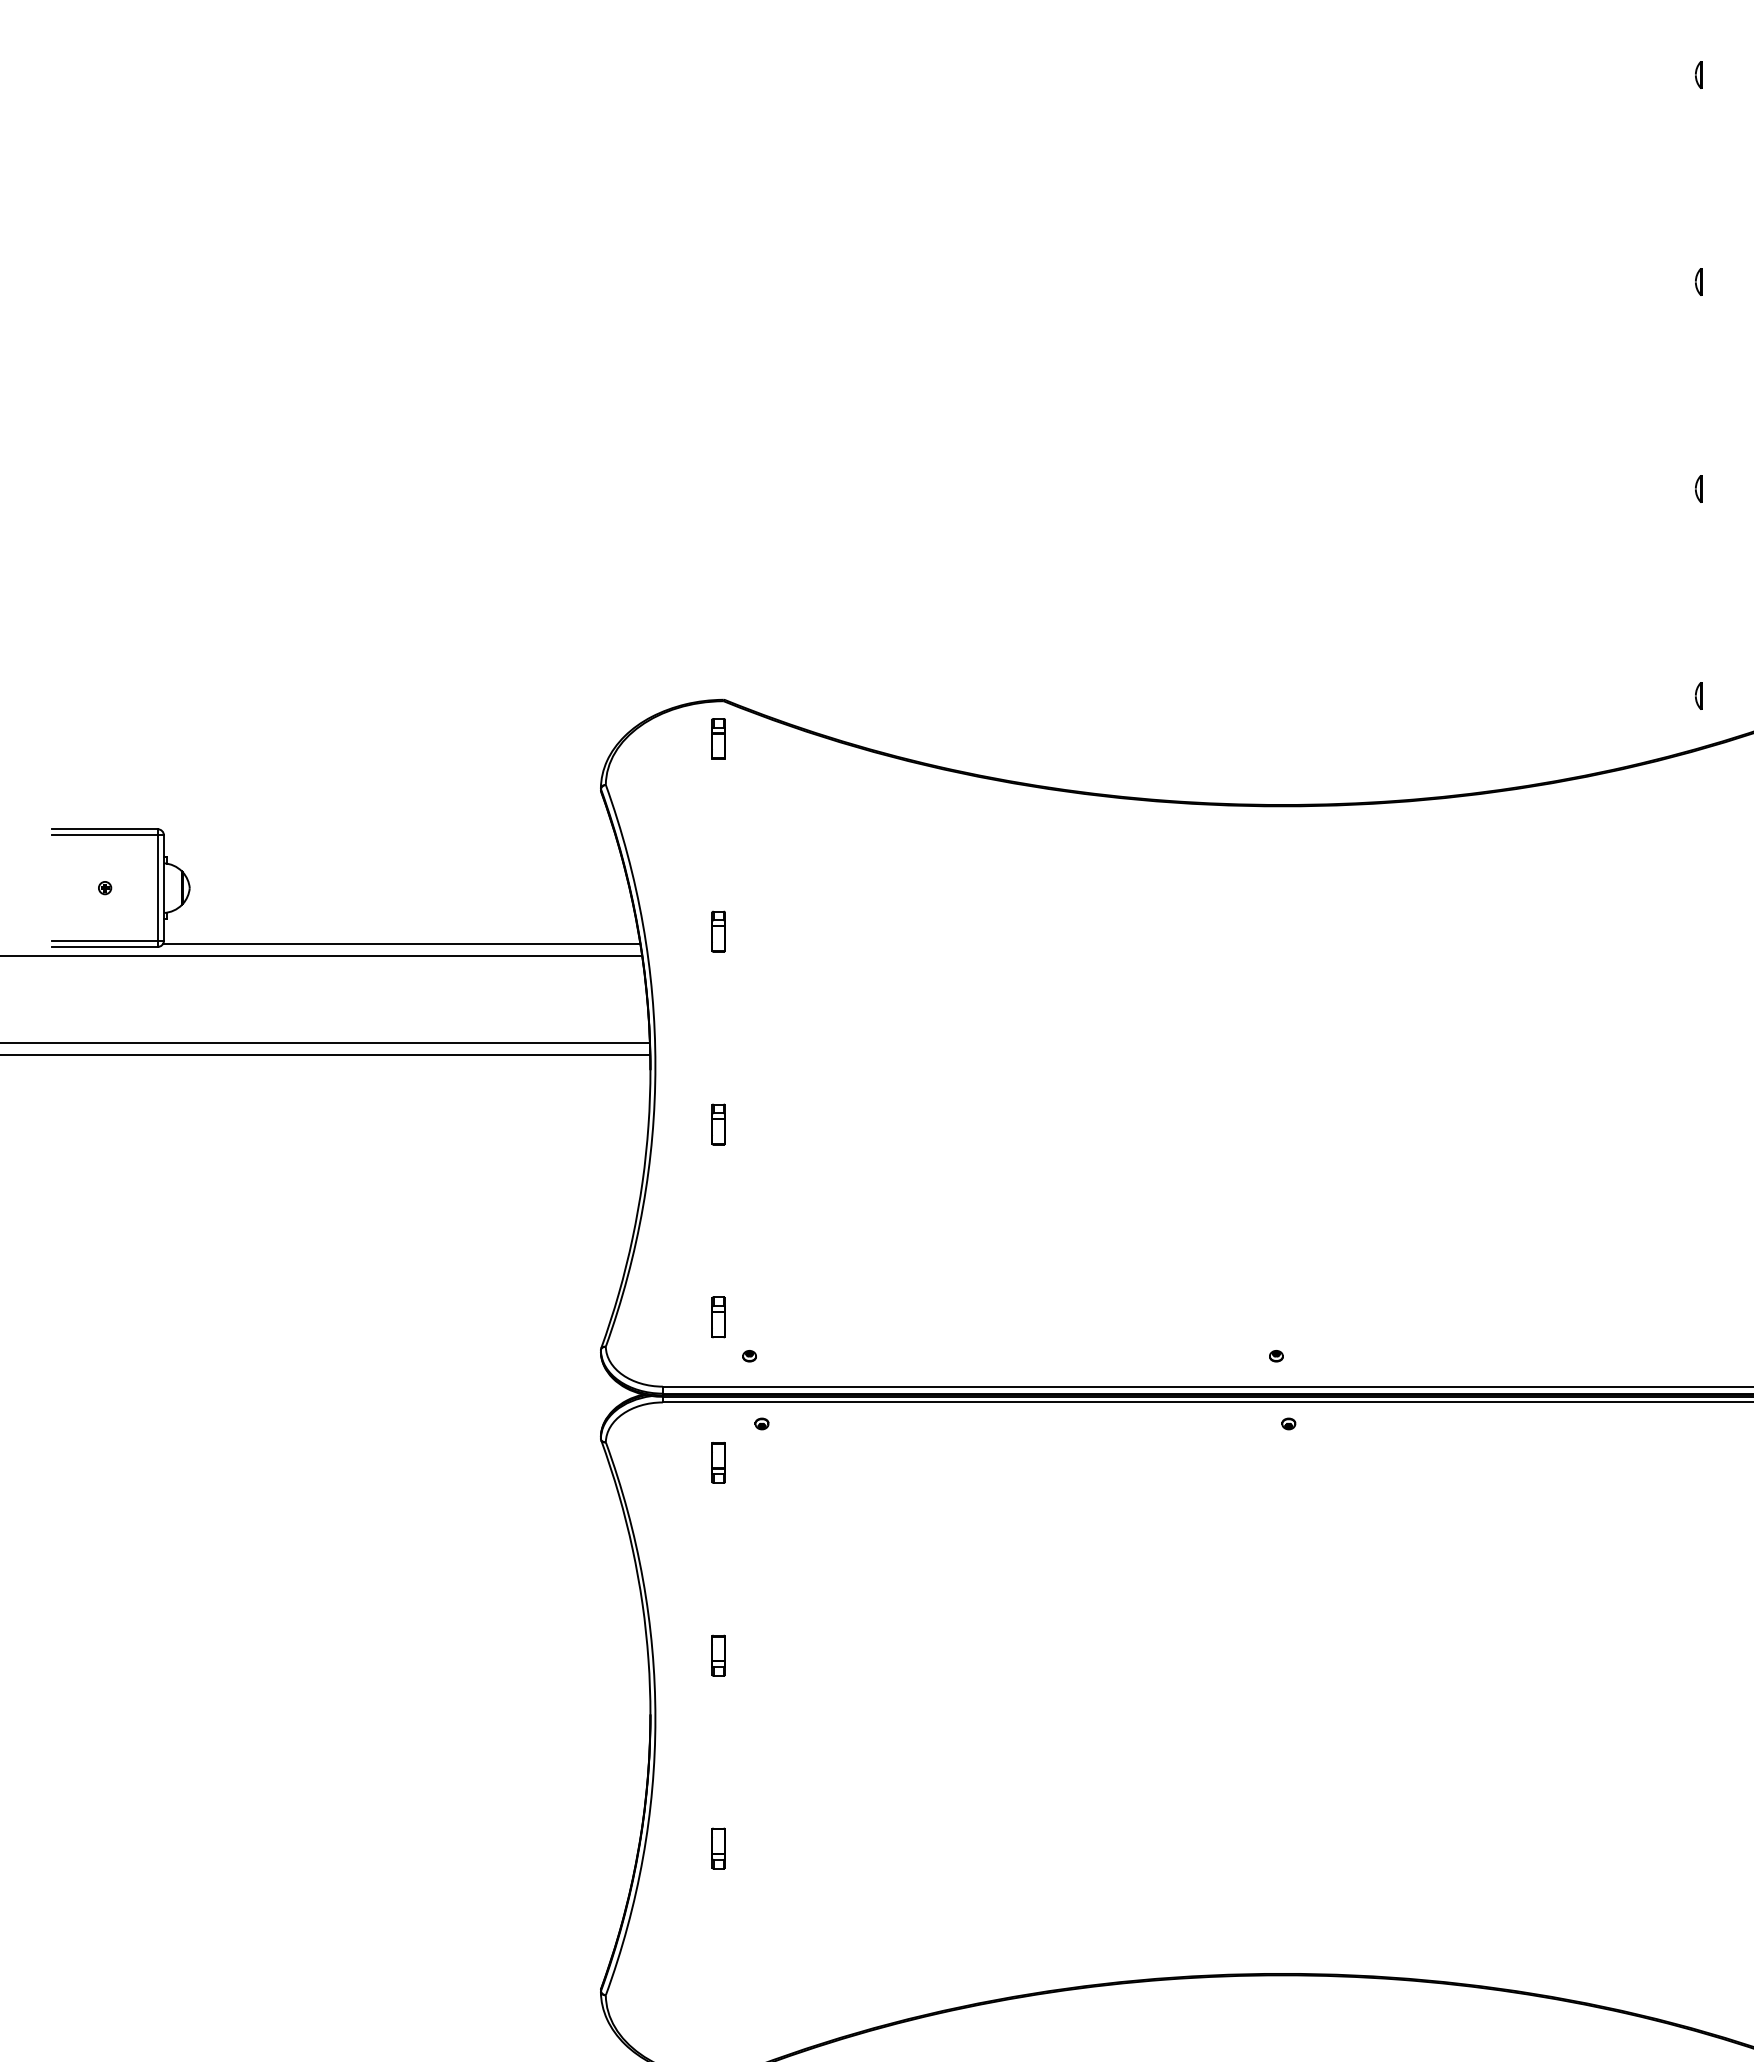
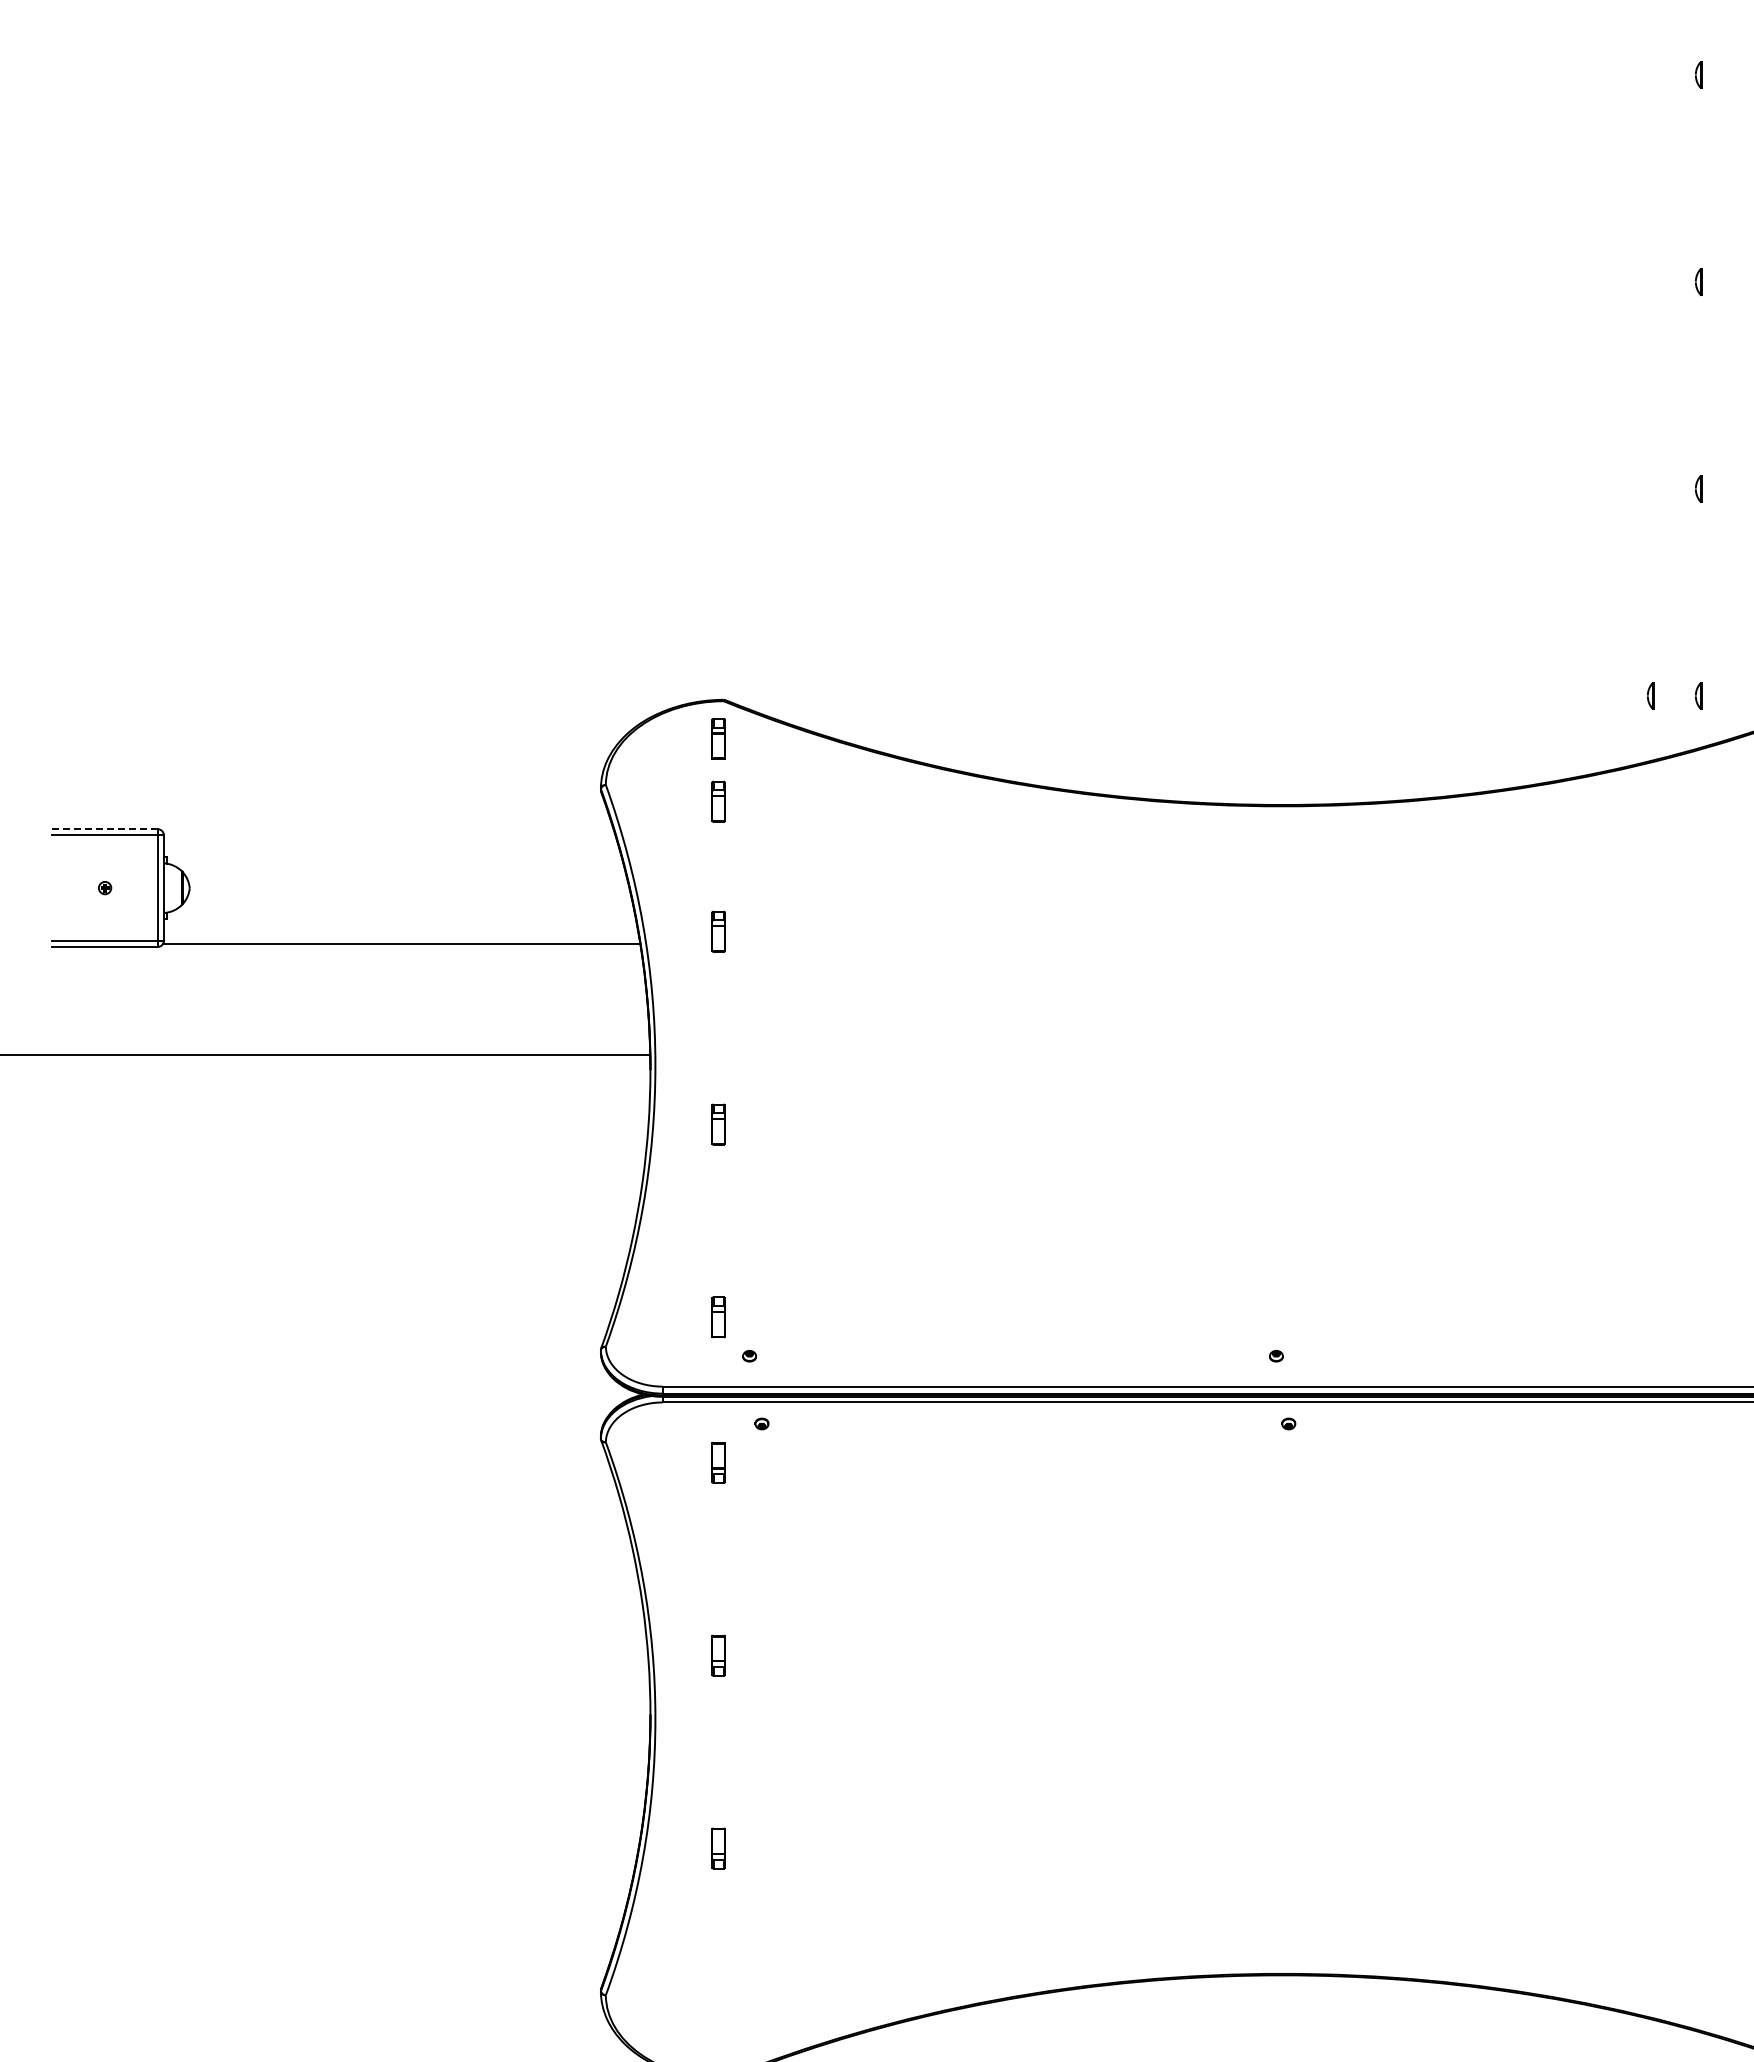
part at (1650, 695): none -> present
part at (718, 801): none -> present
line at (105, 829): solid -> dashed
line at (322, 956): present -> none
line at (325, 1043): present -> none
